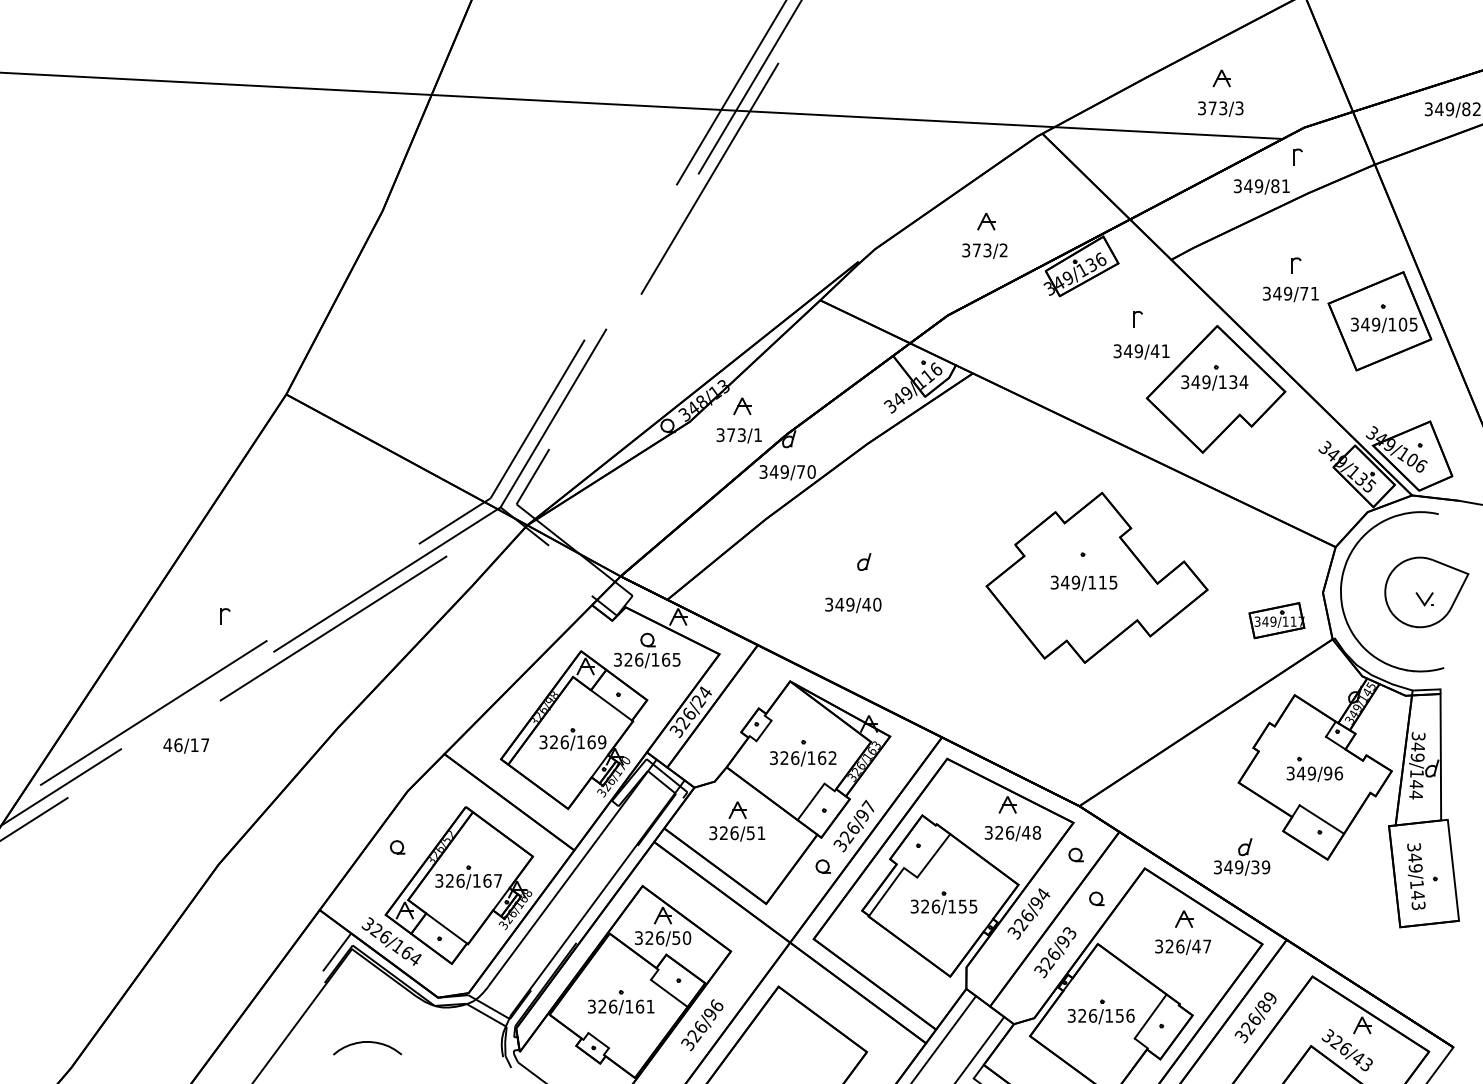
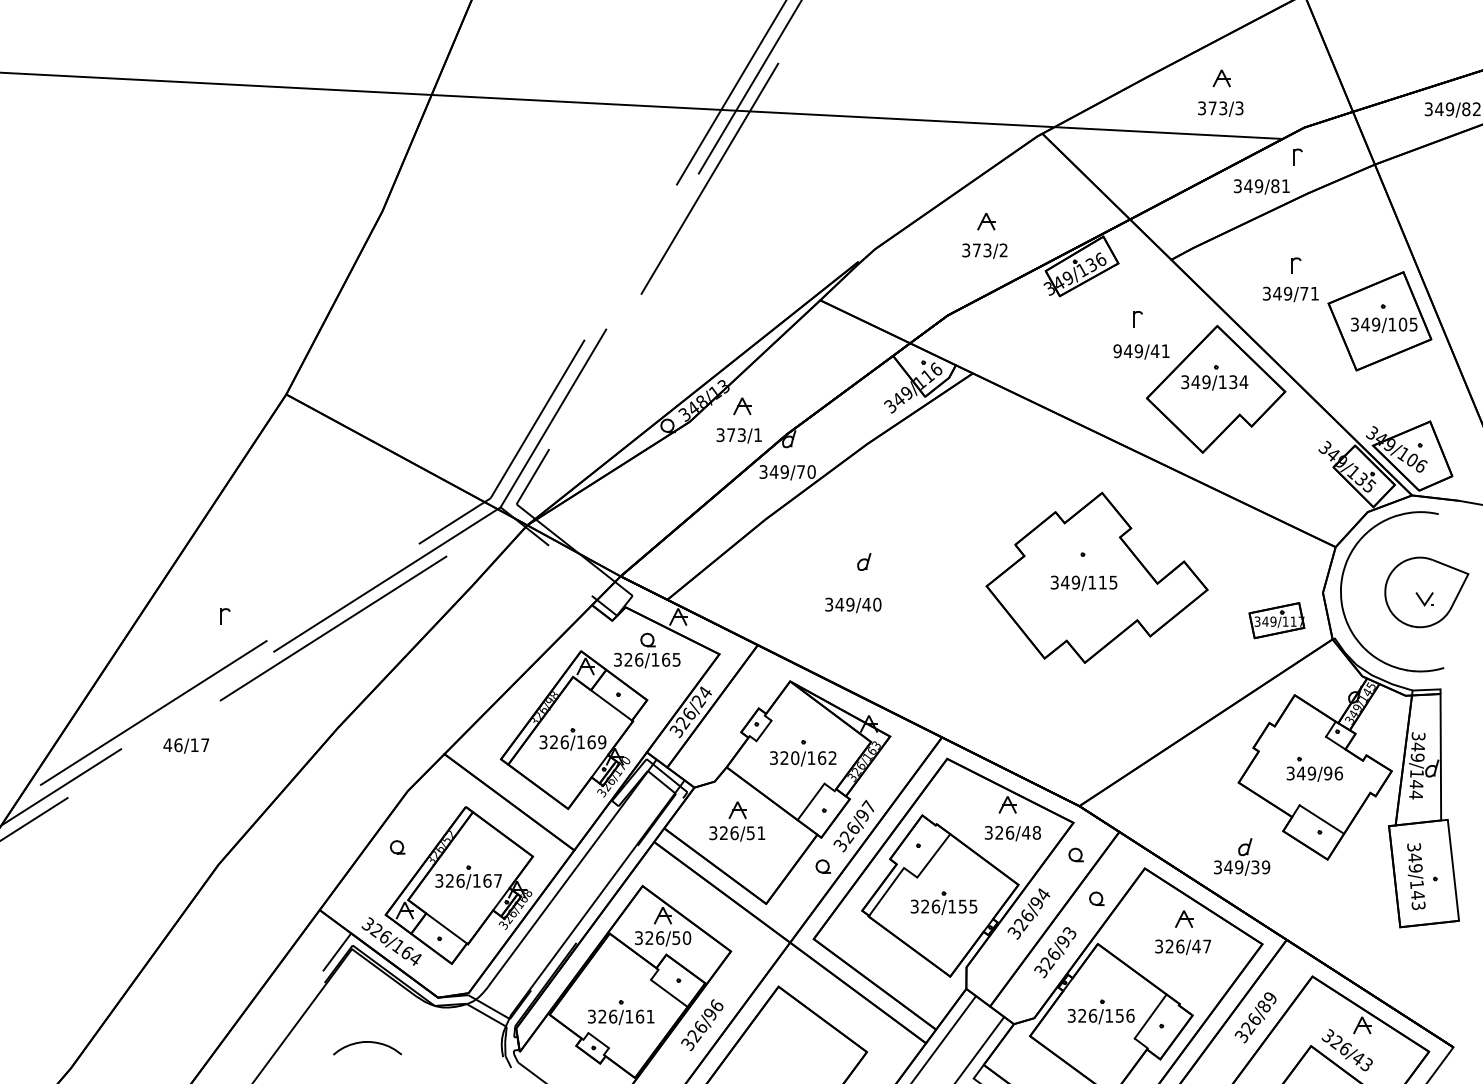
text at (1117, 350): 349/41 -> 949/41
text at (795, 757): 326/162 -> 320/162
part at (621, 1002) position: (621, 1002) -> (621, 1012)
